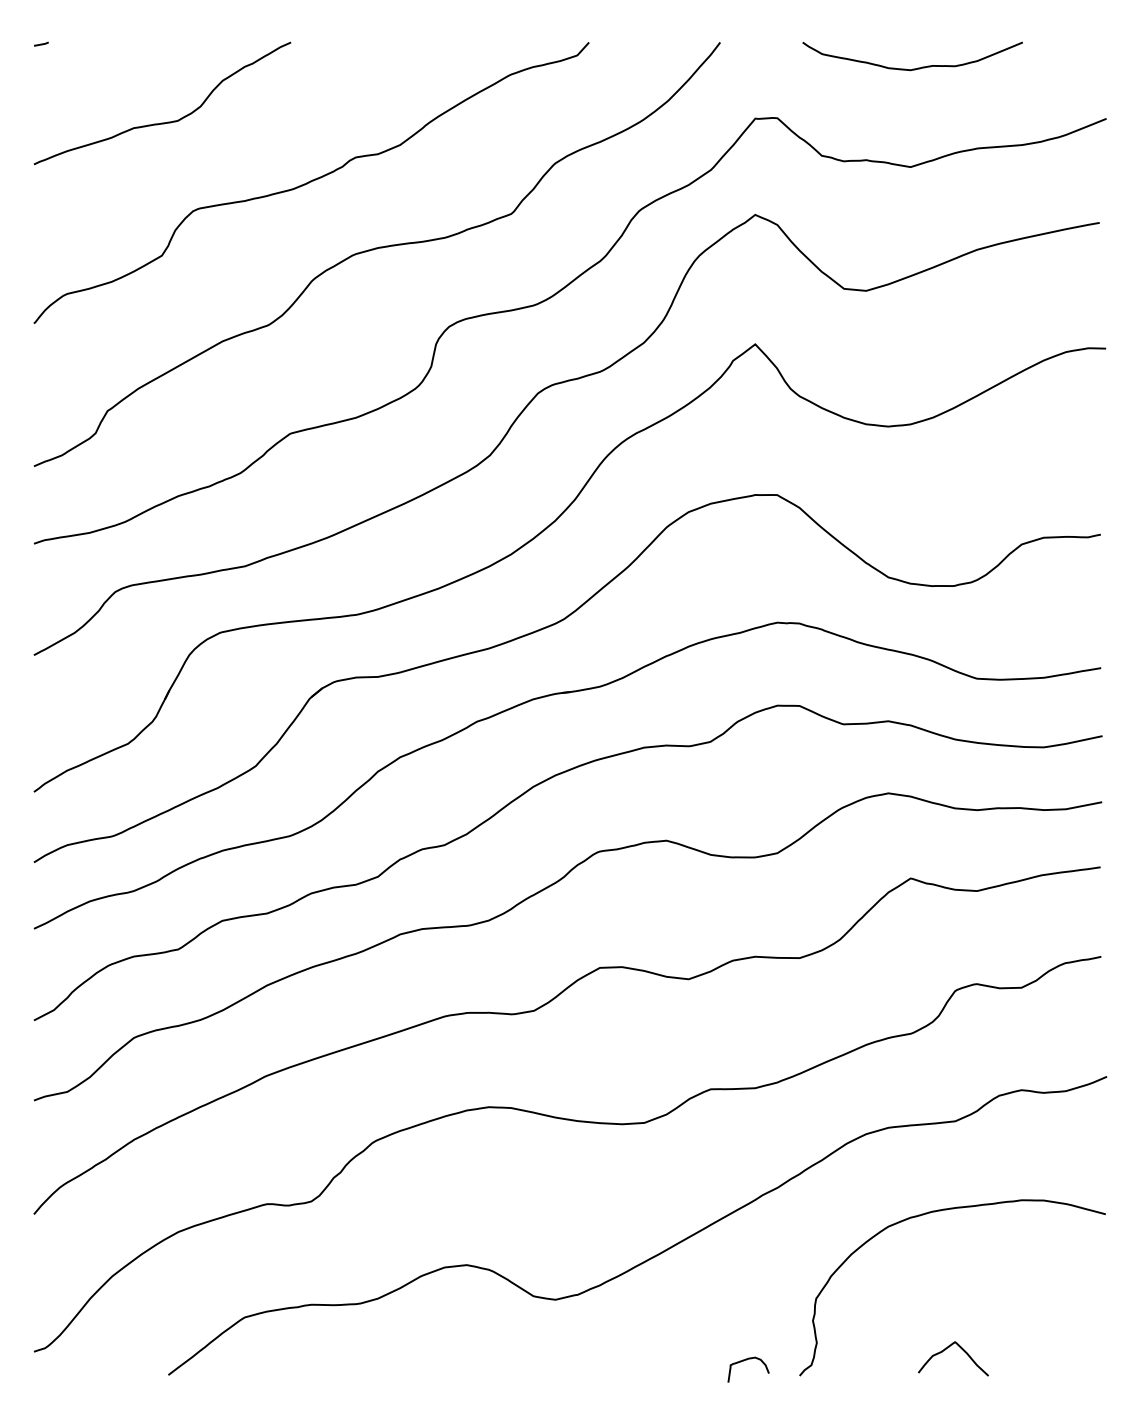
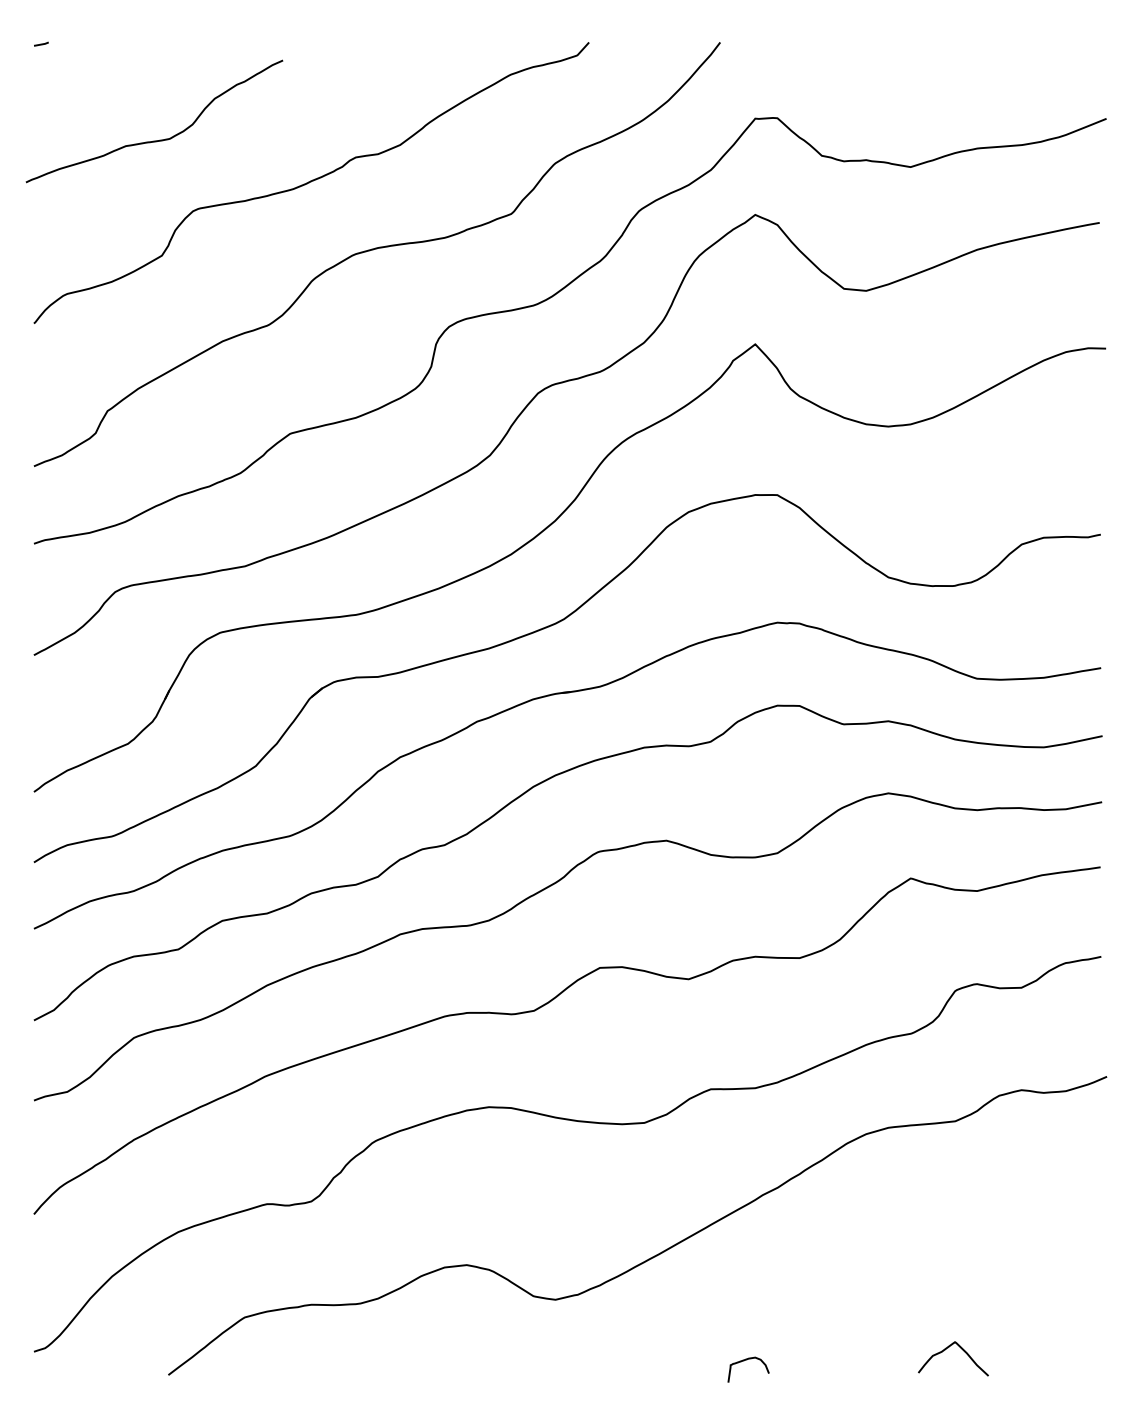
curve at (913, 68): present -> none
curve at (167, 121) position: (167, 121) -> (159, 139)
curve at (935, 1212): present -> none
